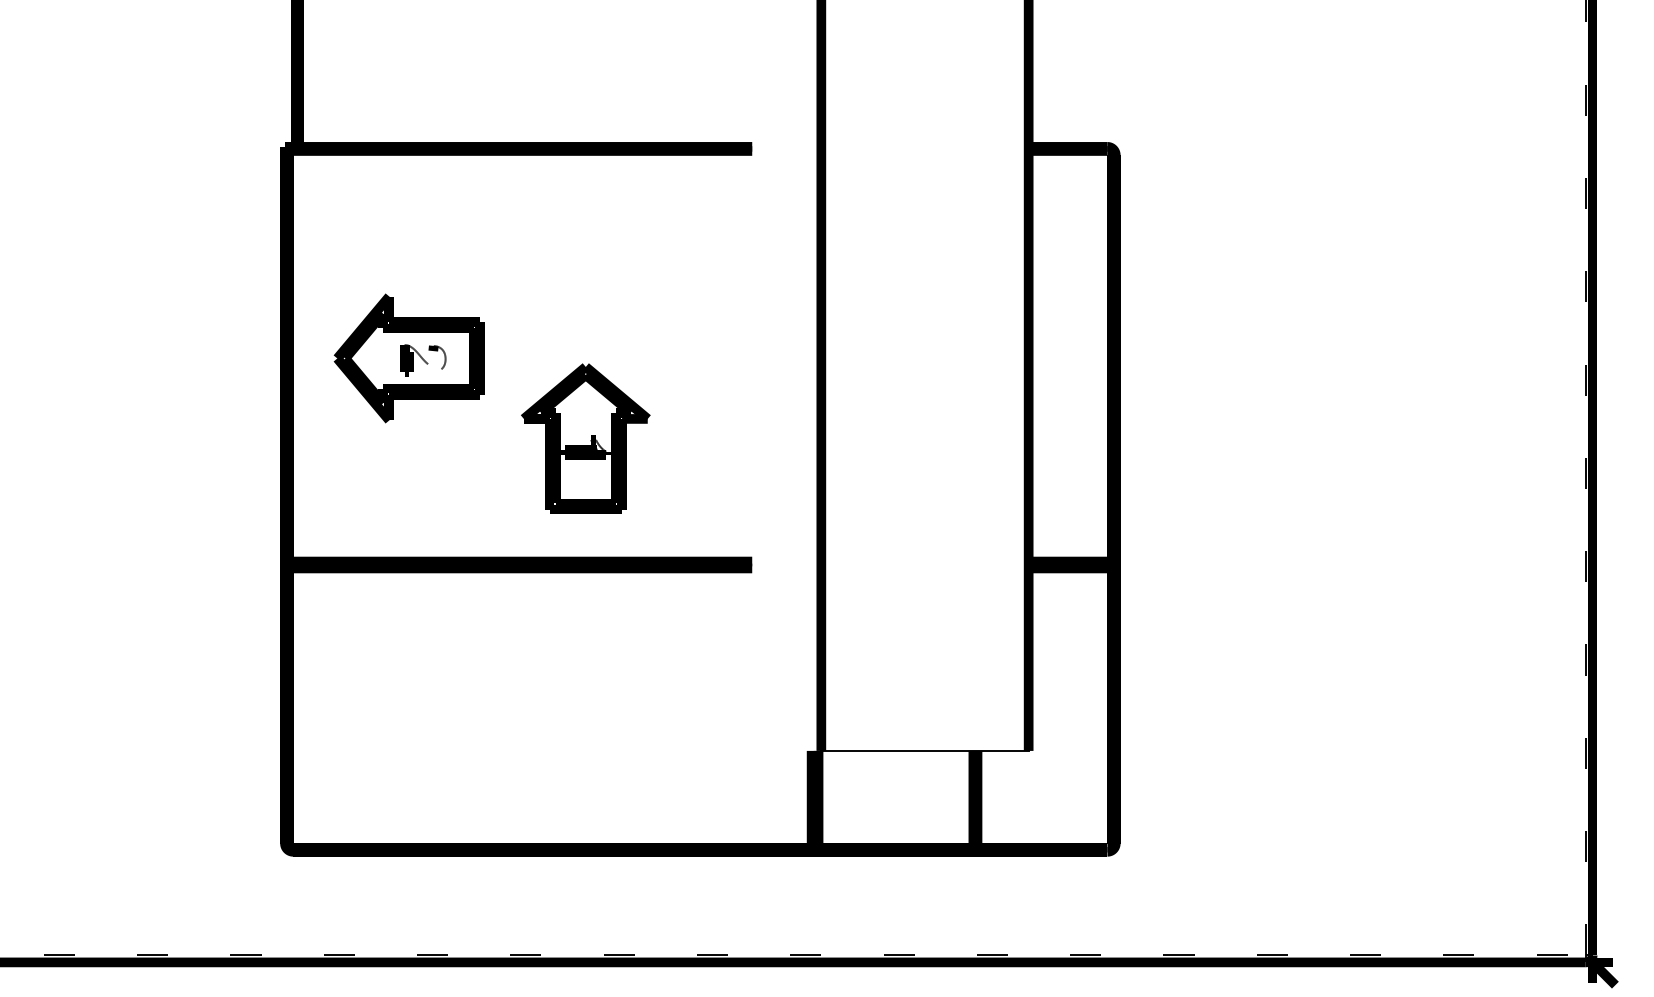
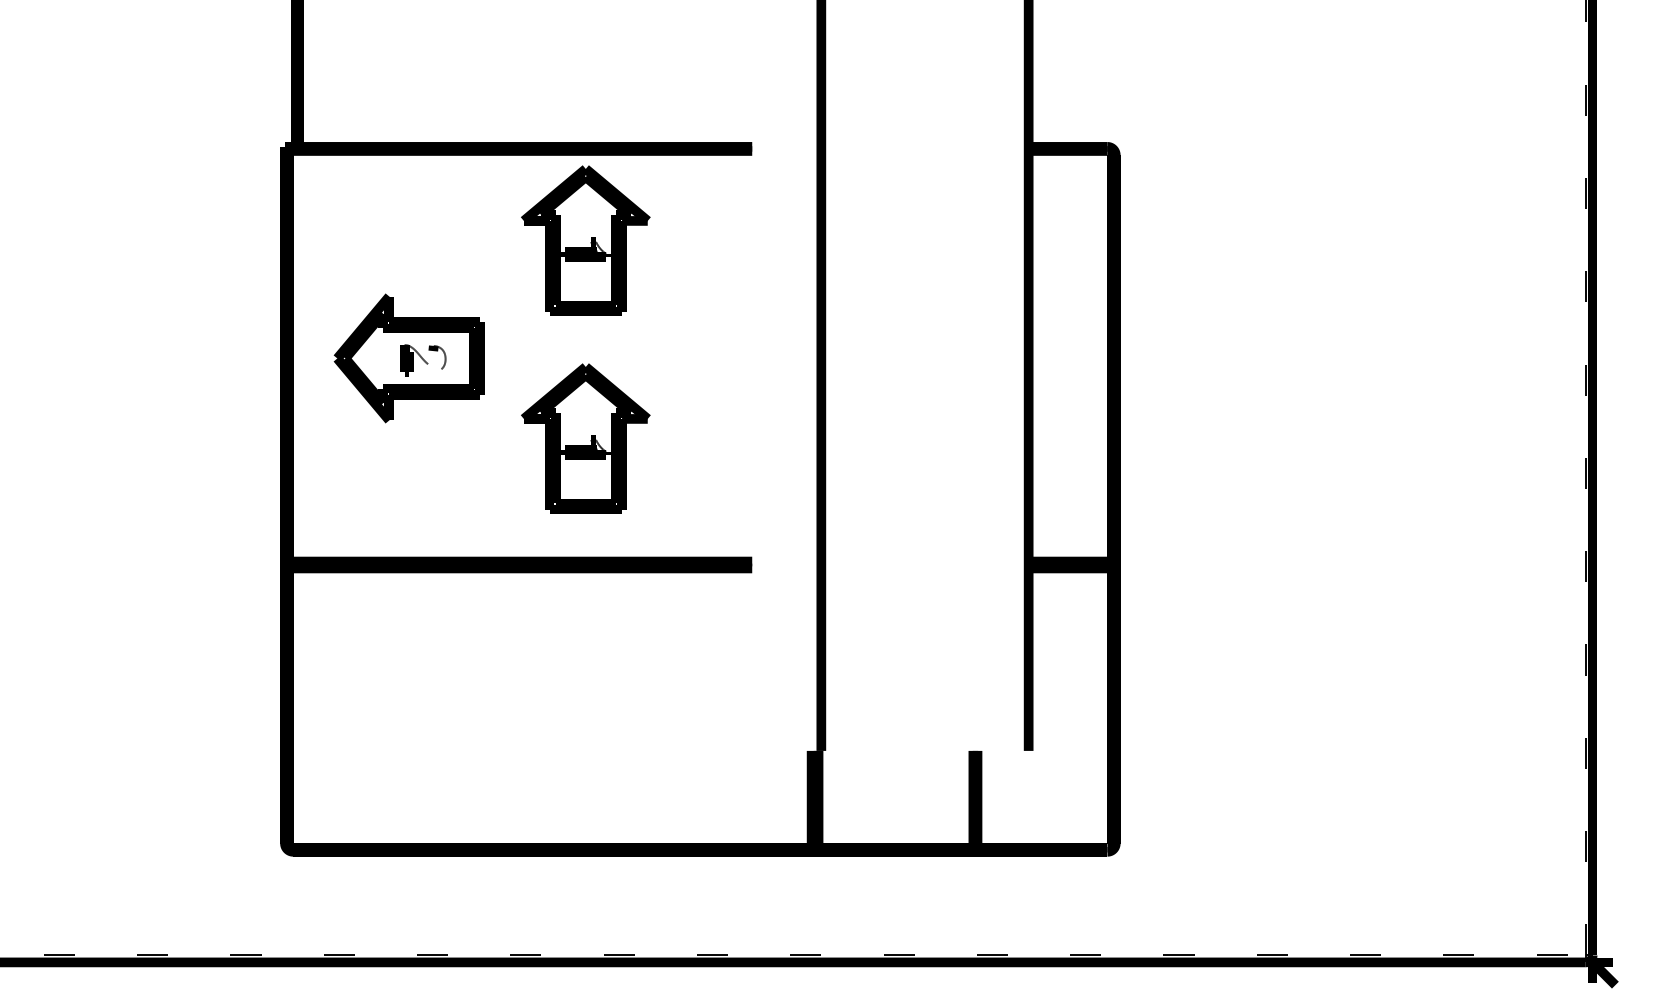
part at (585, 240): none -> present
line at (924, 750): present -> none
